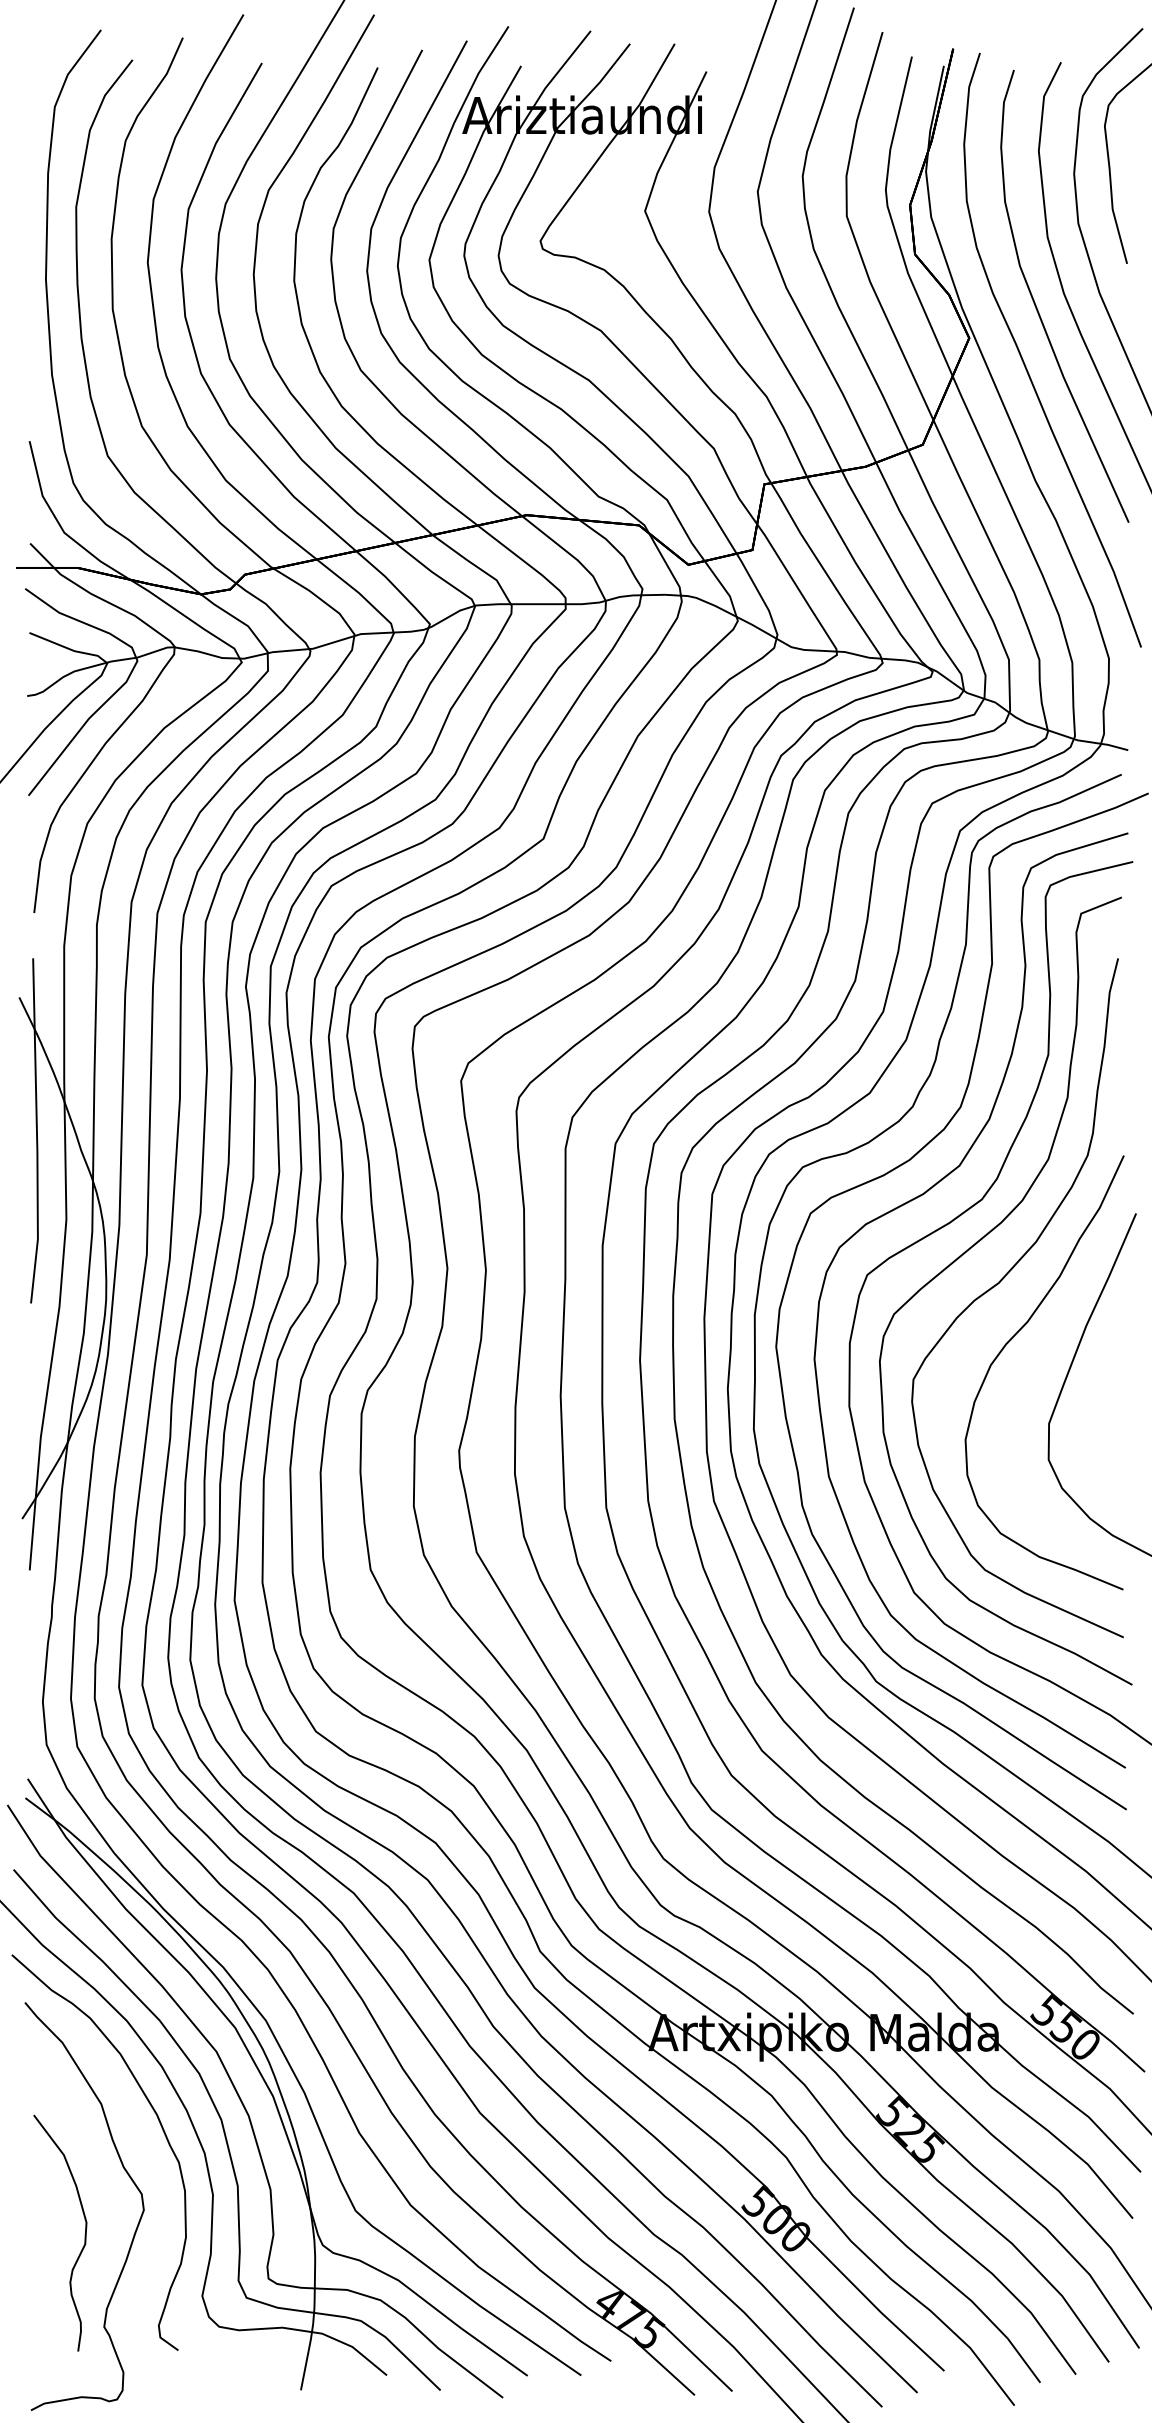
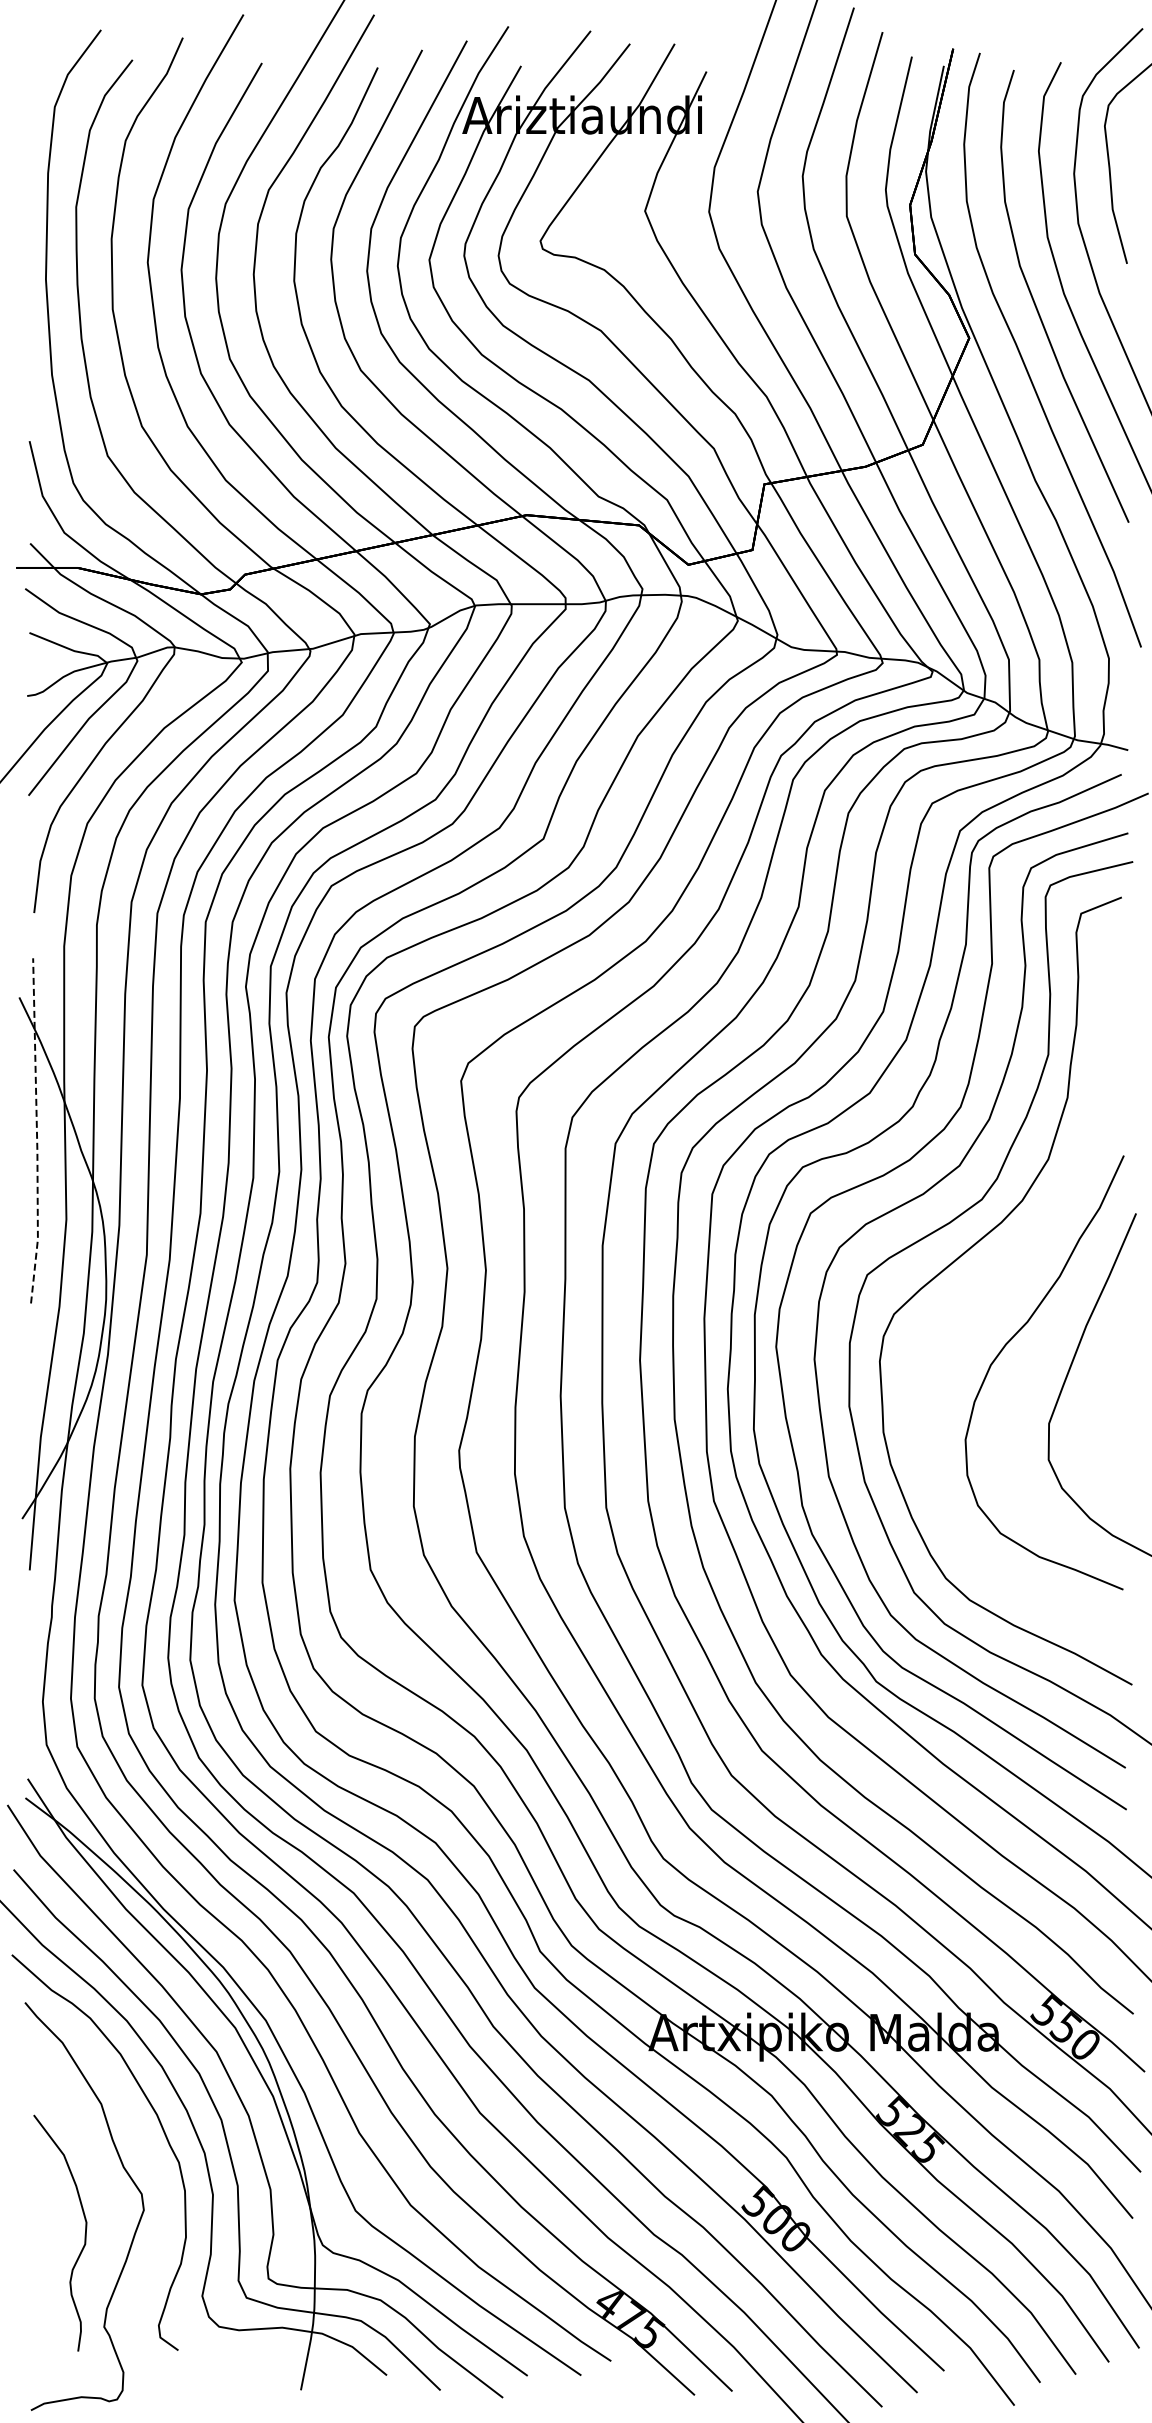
line at (36, 1131): solid -> dashed
curve at (1001, 1281): present -> none
